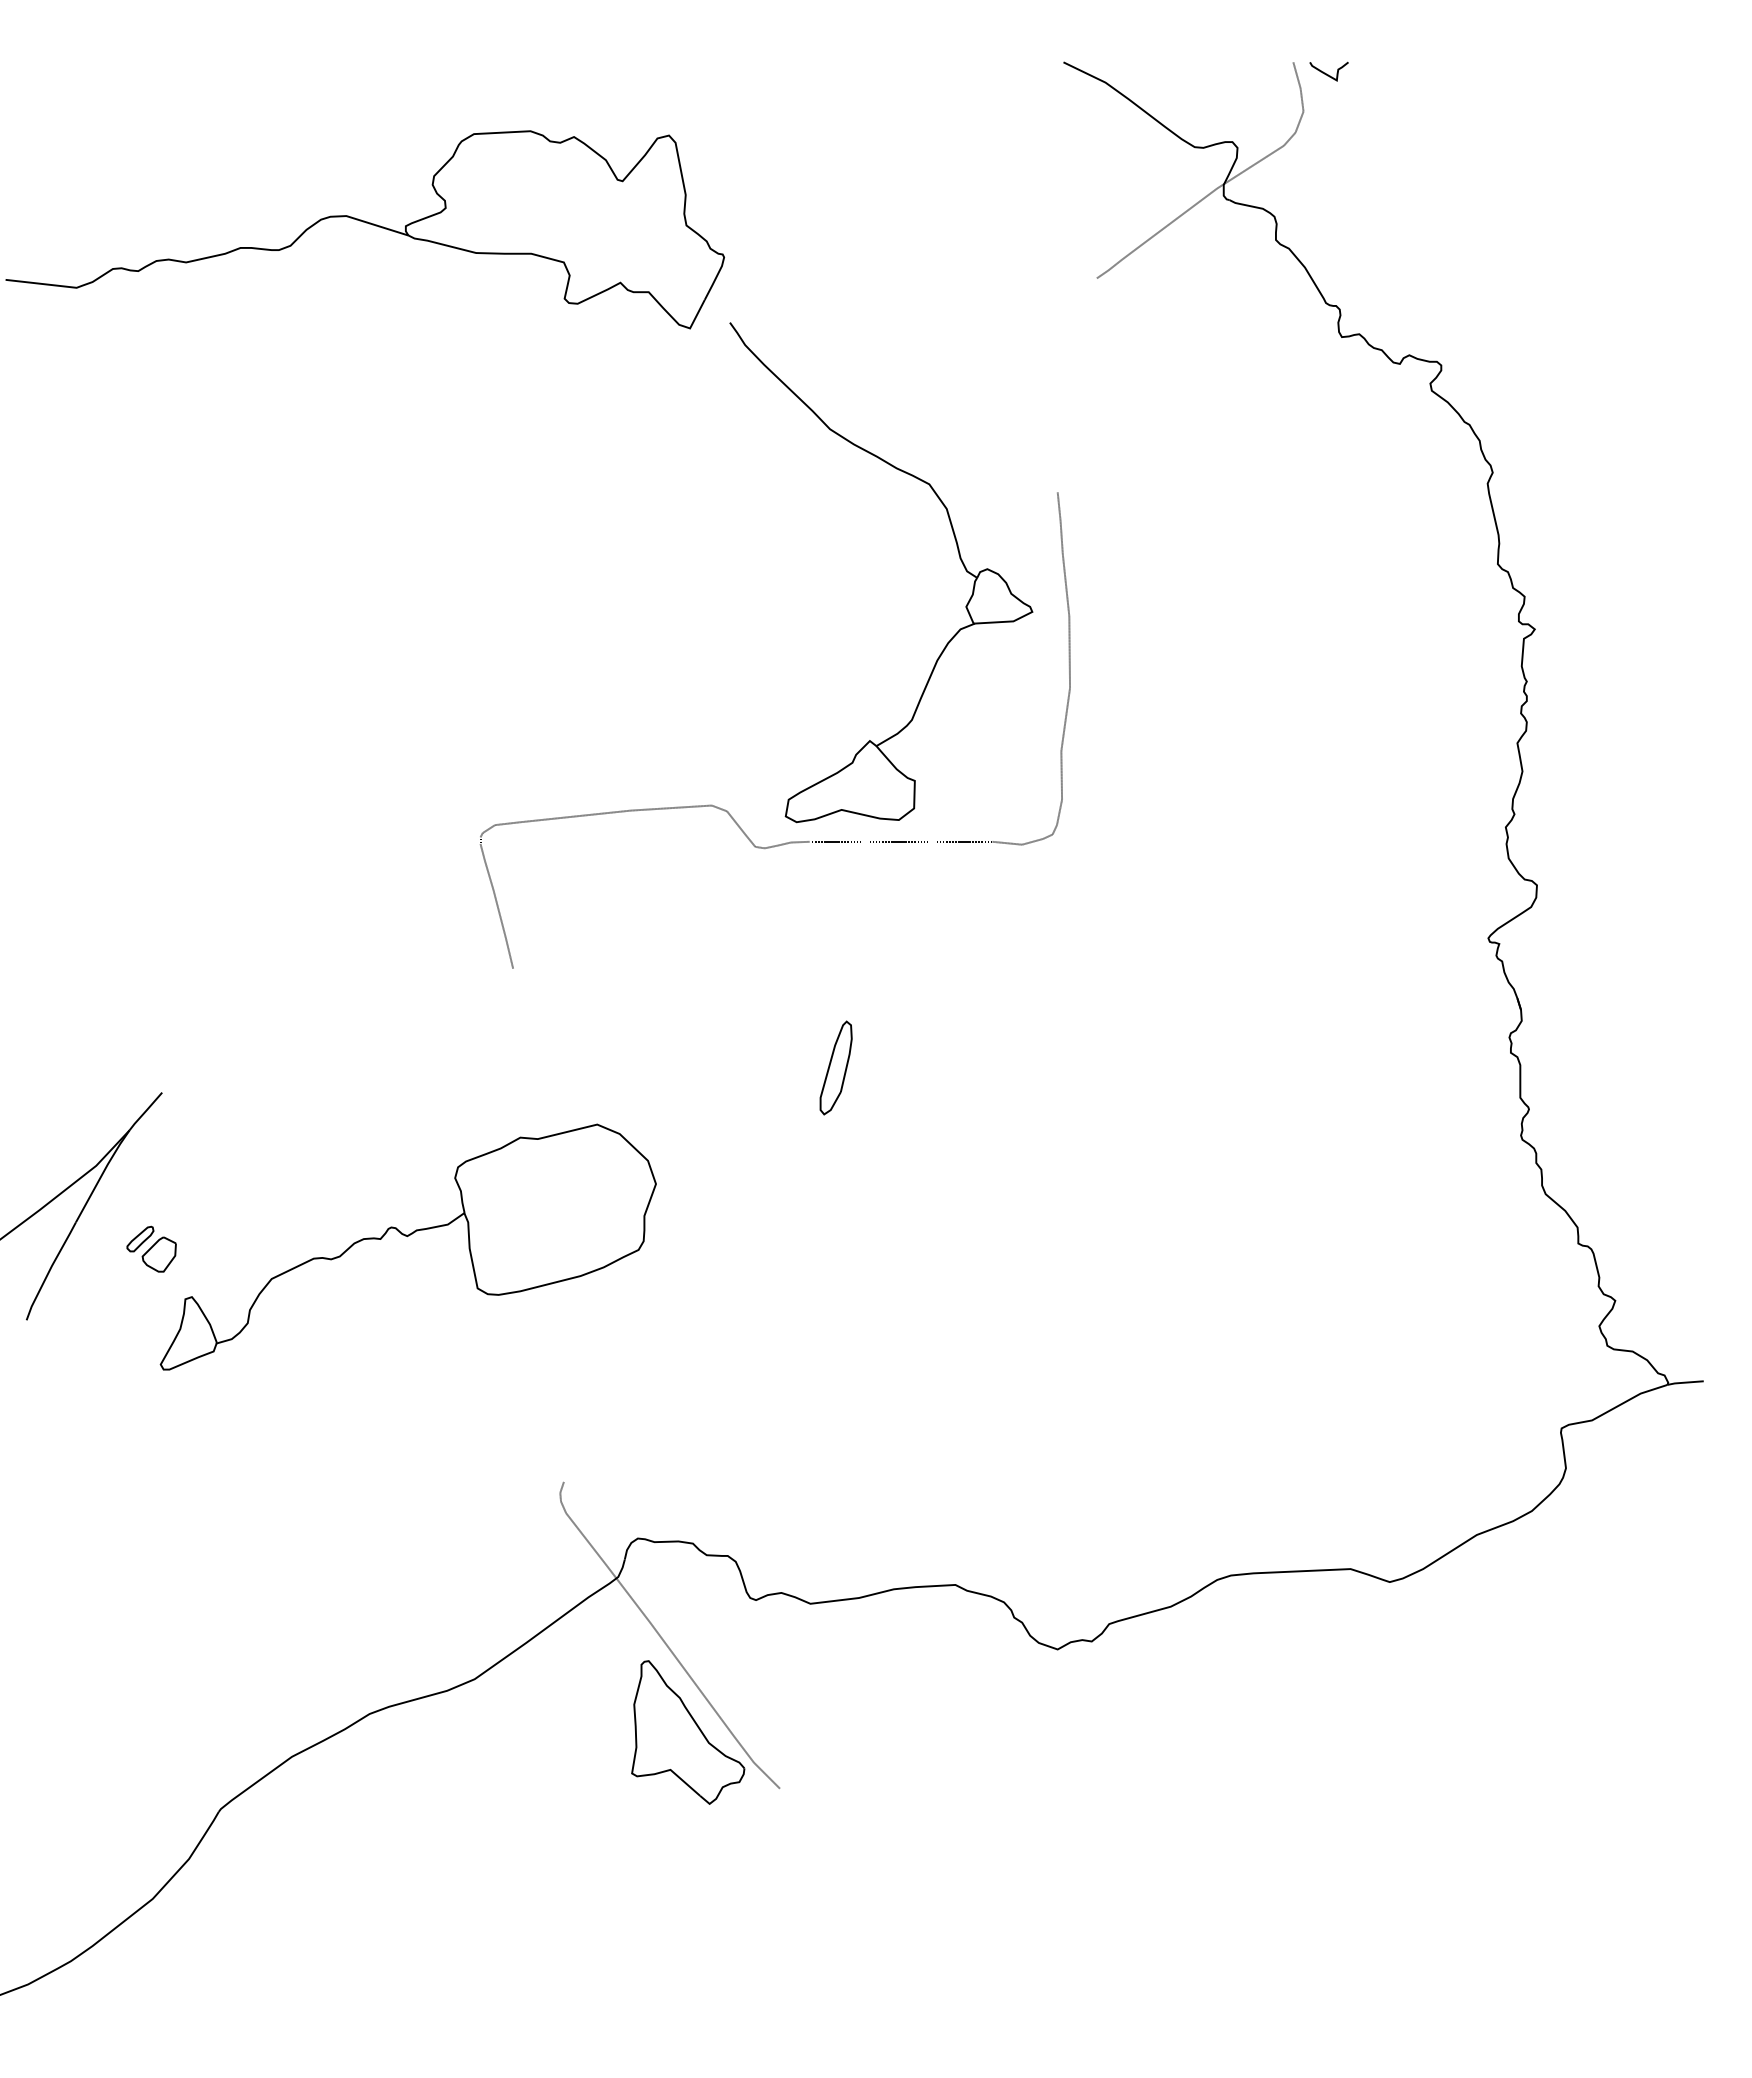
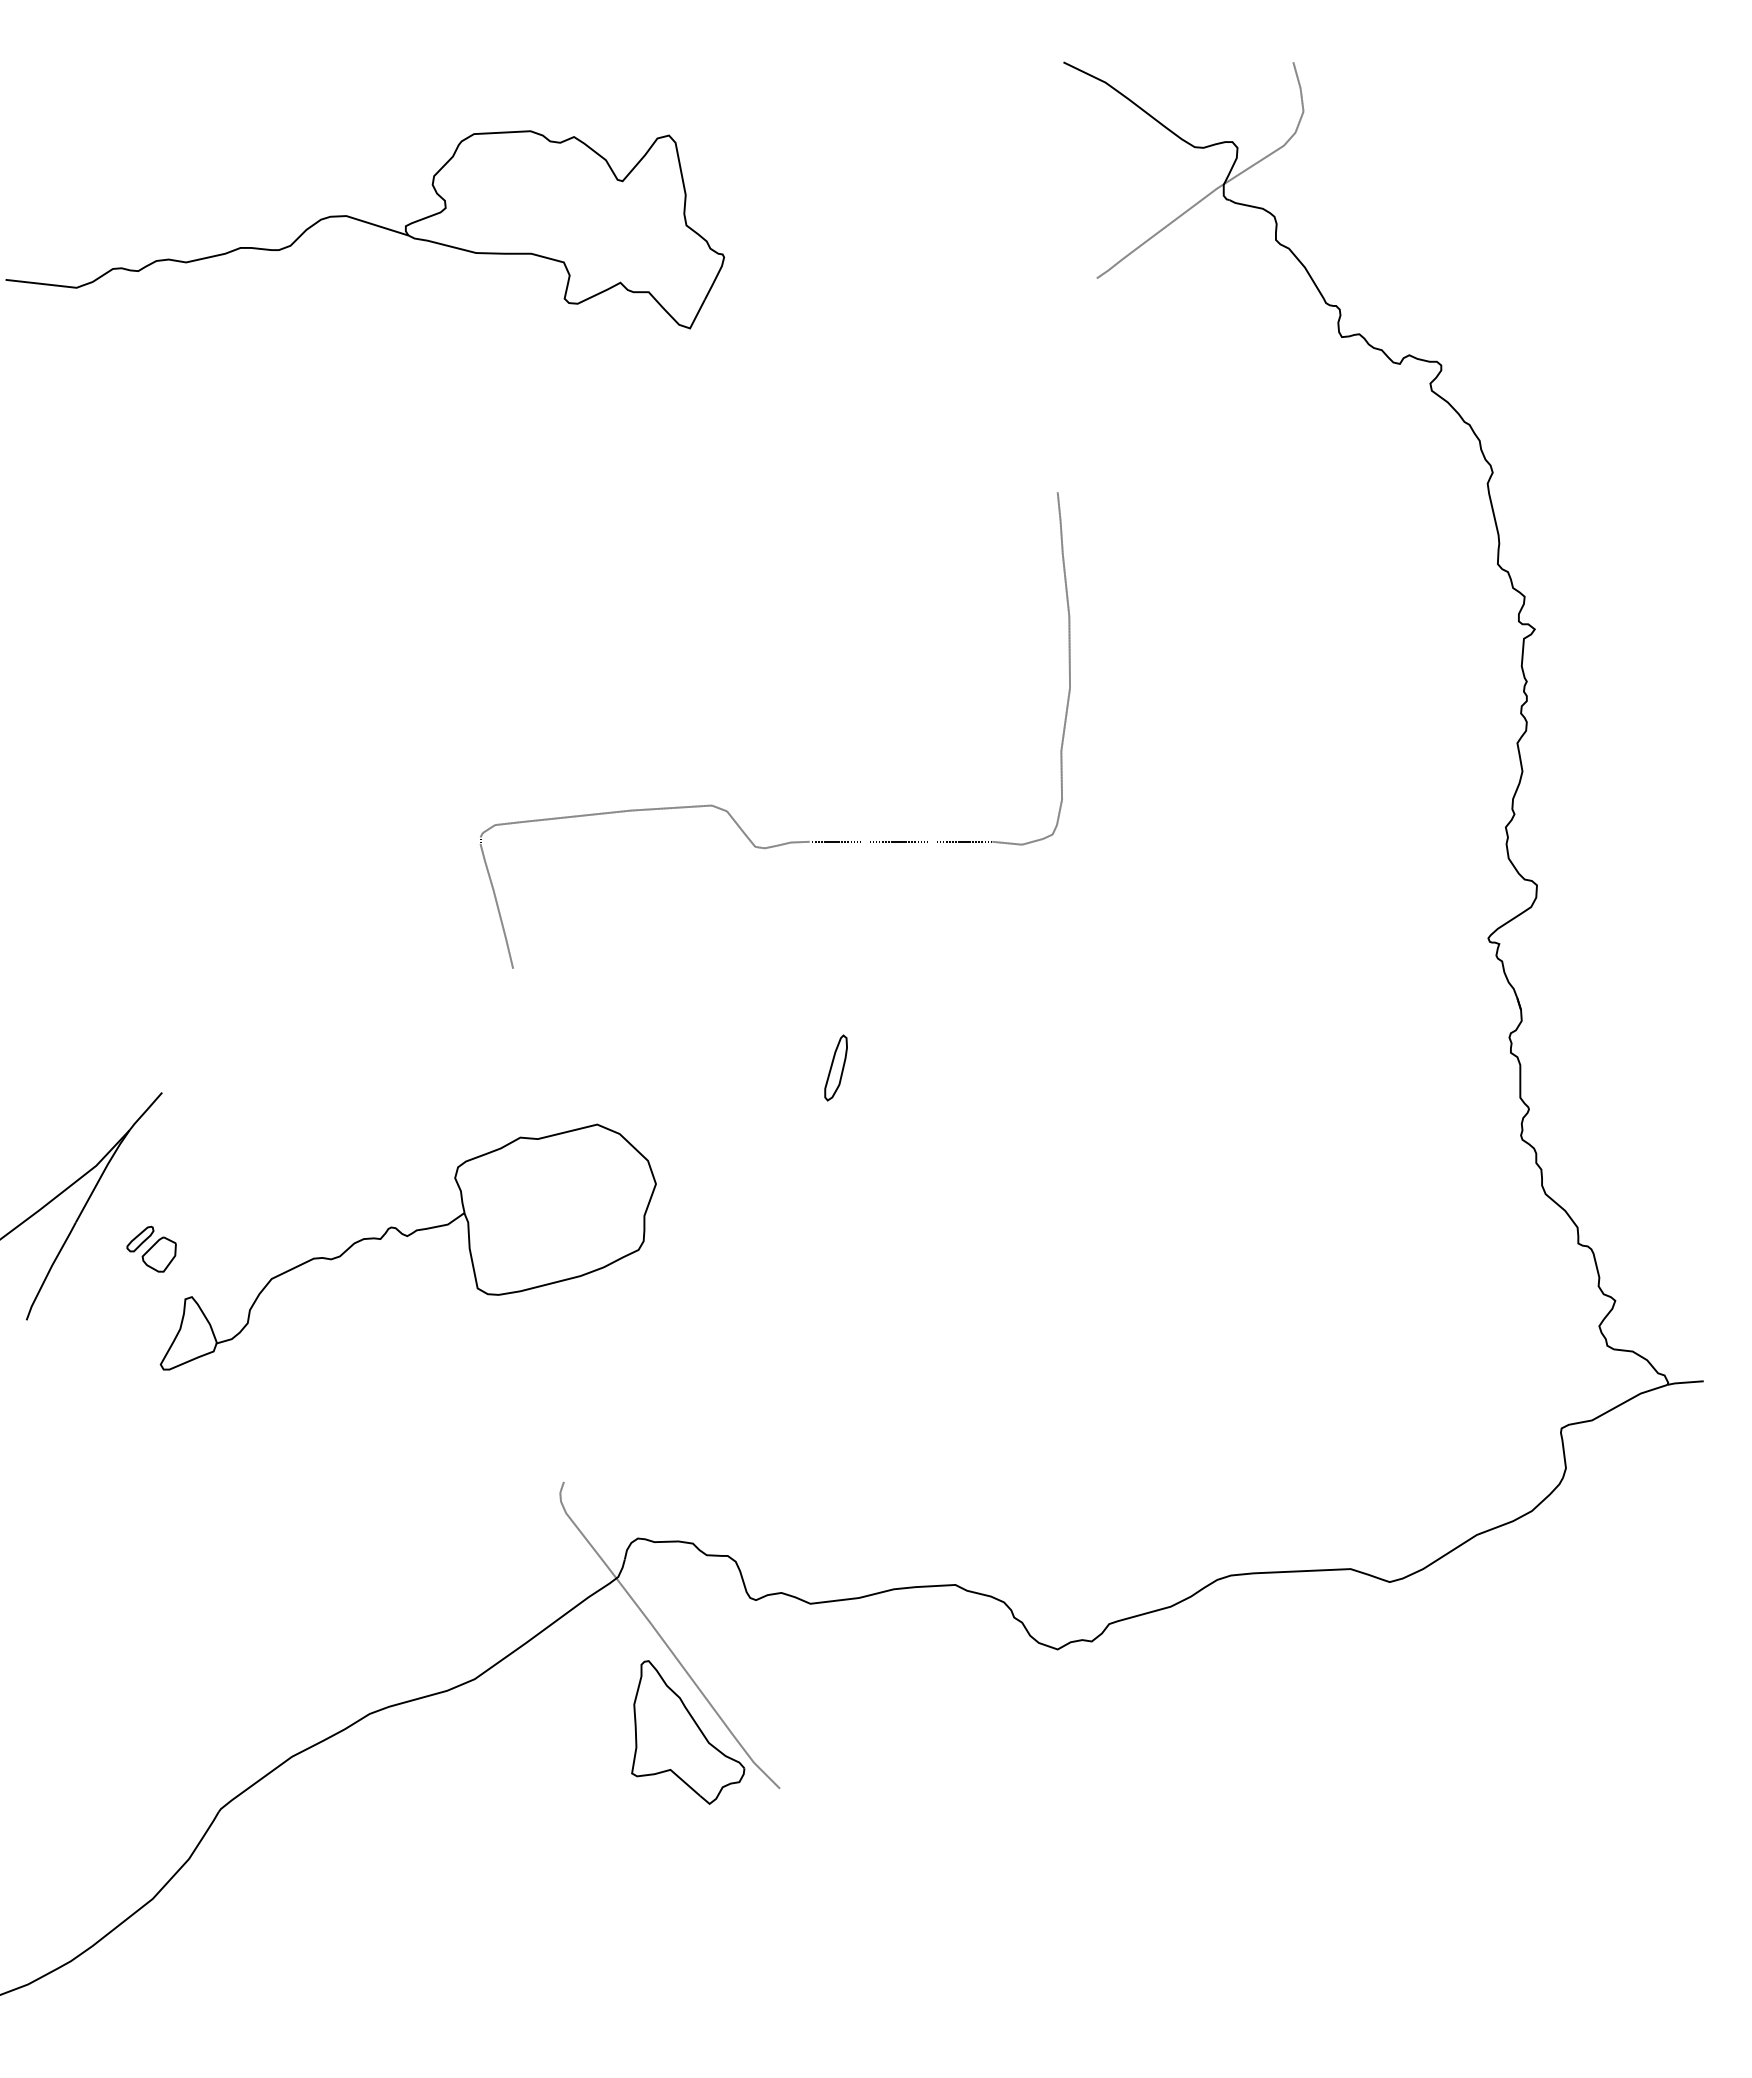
curve at (1326, 73): present -> none
part at (958, 554): present -> none
part at (835, 1067) size: 34x96 px -> 24x68 px
